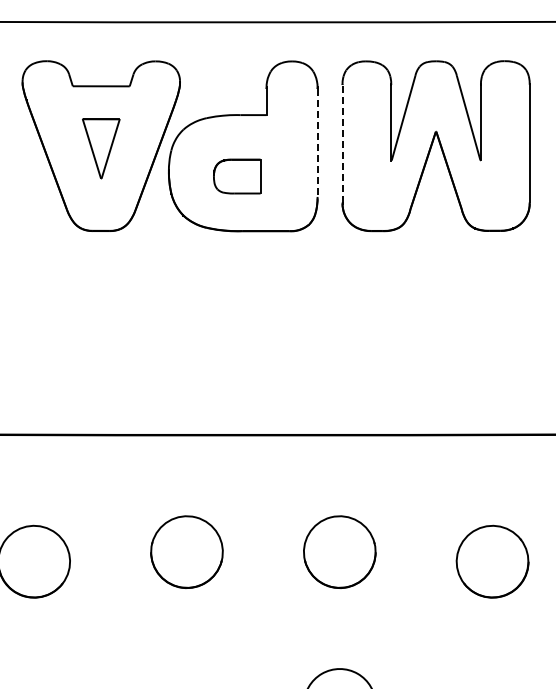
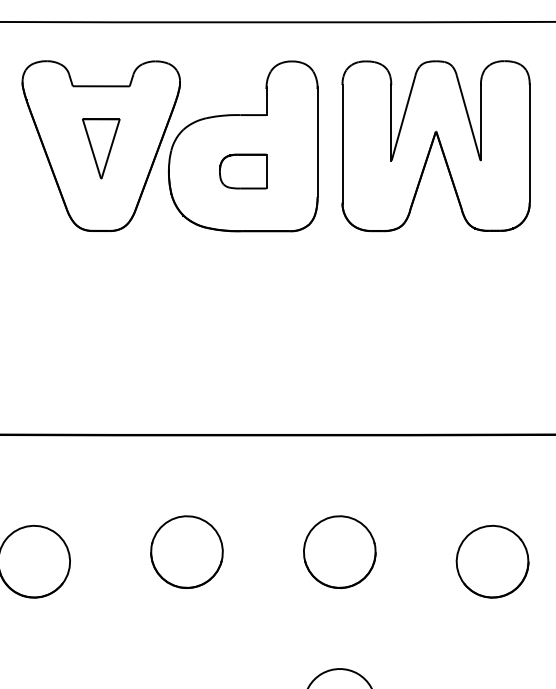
line at (317, 143): dashed -> solid
line at (342, 143): dashed -> solid
part at (237, 176) position: (237, 176) -> (243, 171)
